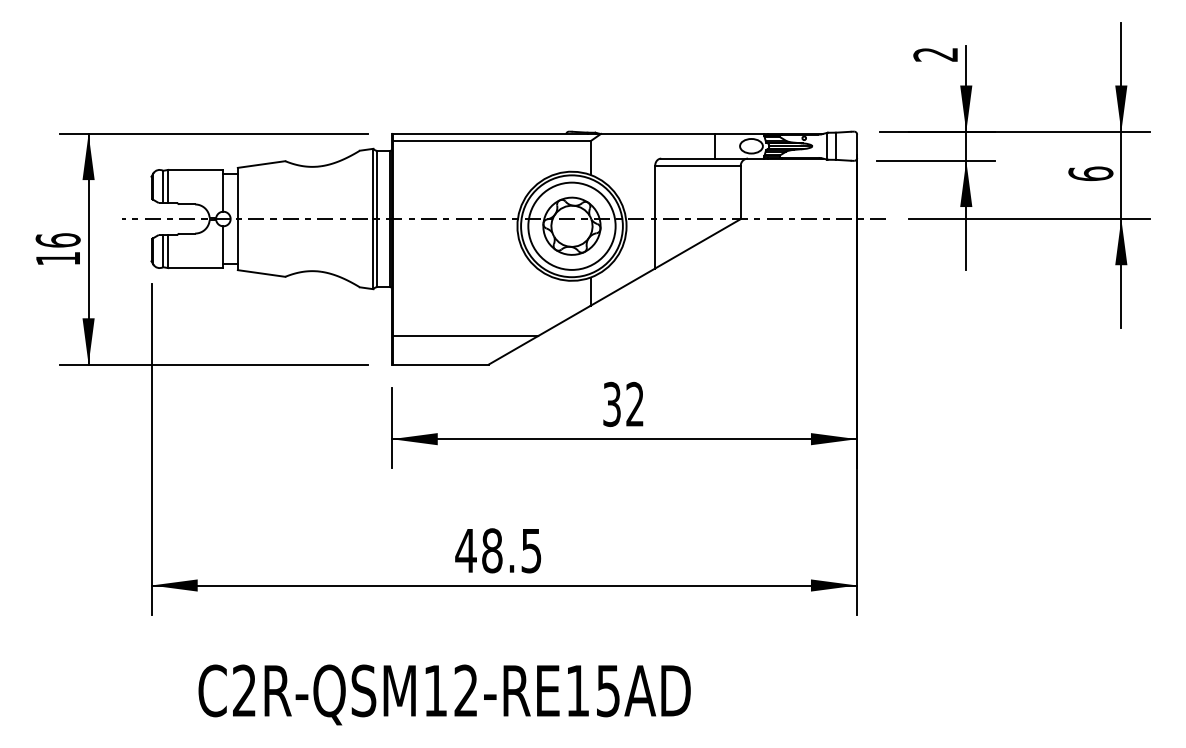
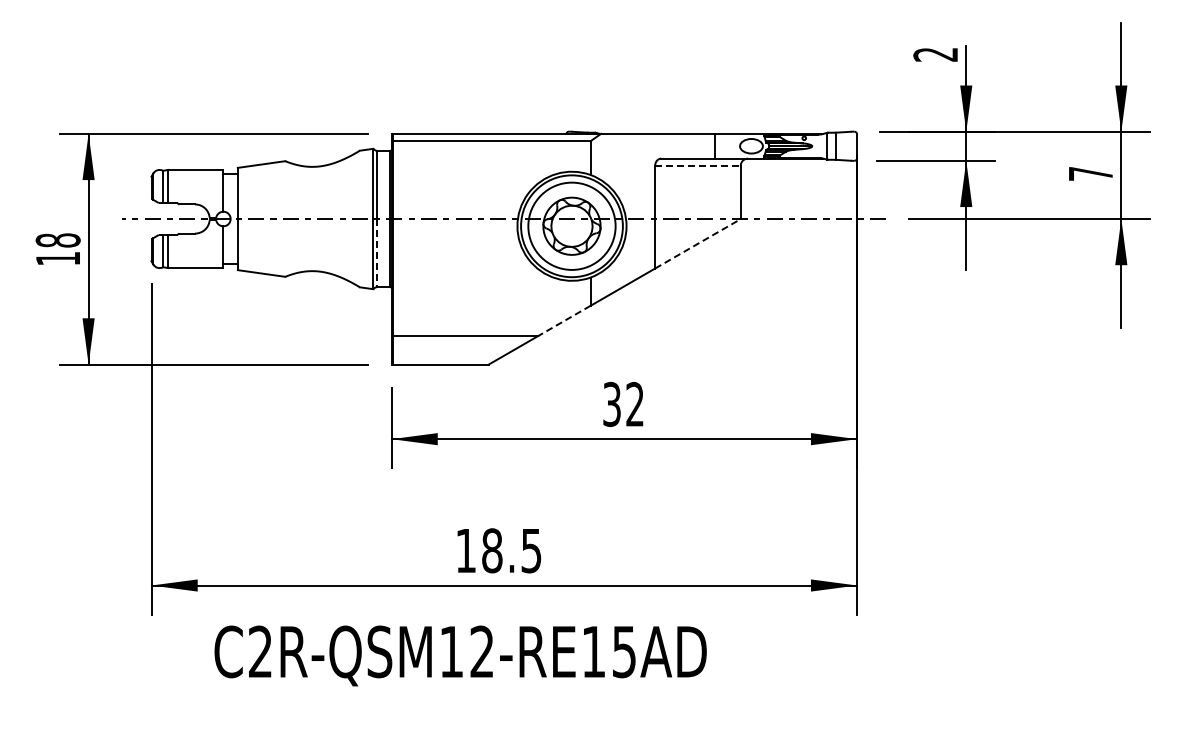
line at (697, 165): solid -> dashed
text at (1090, 173): 6 -> 7
text at (57, 240): 16 -> 18
line at (698, 243): solid -> dashed
line at (377, 253): solid -> dashed
line at (563, 321): solid -> dashed
text at (465, 550): 48.5 -> 18.5
text at (444, 694) position: (444, 694) -> (460, 655)
